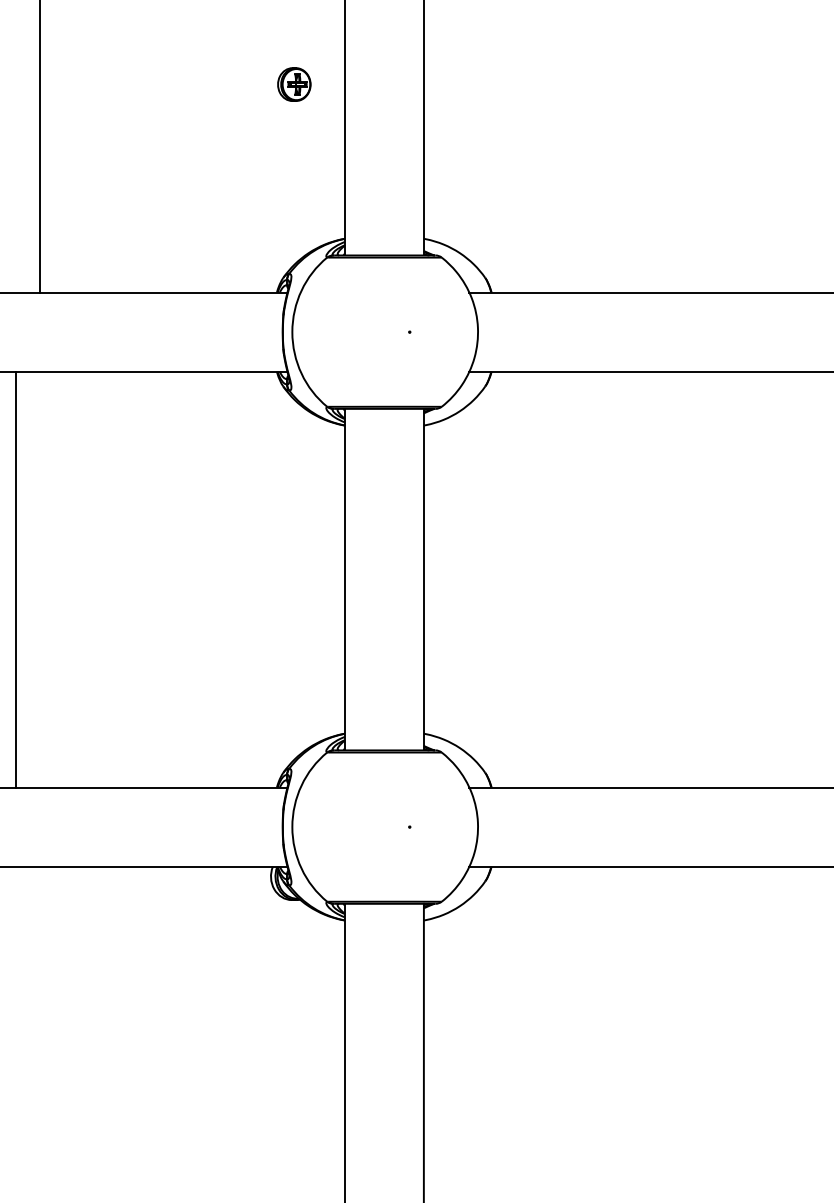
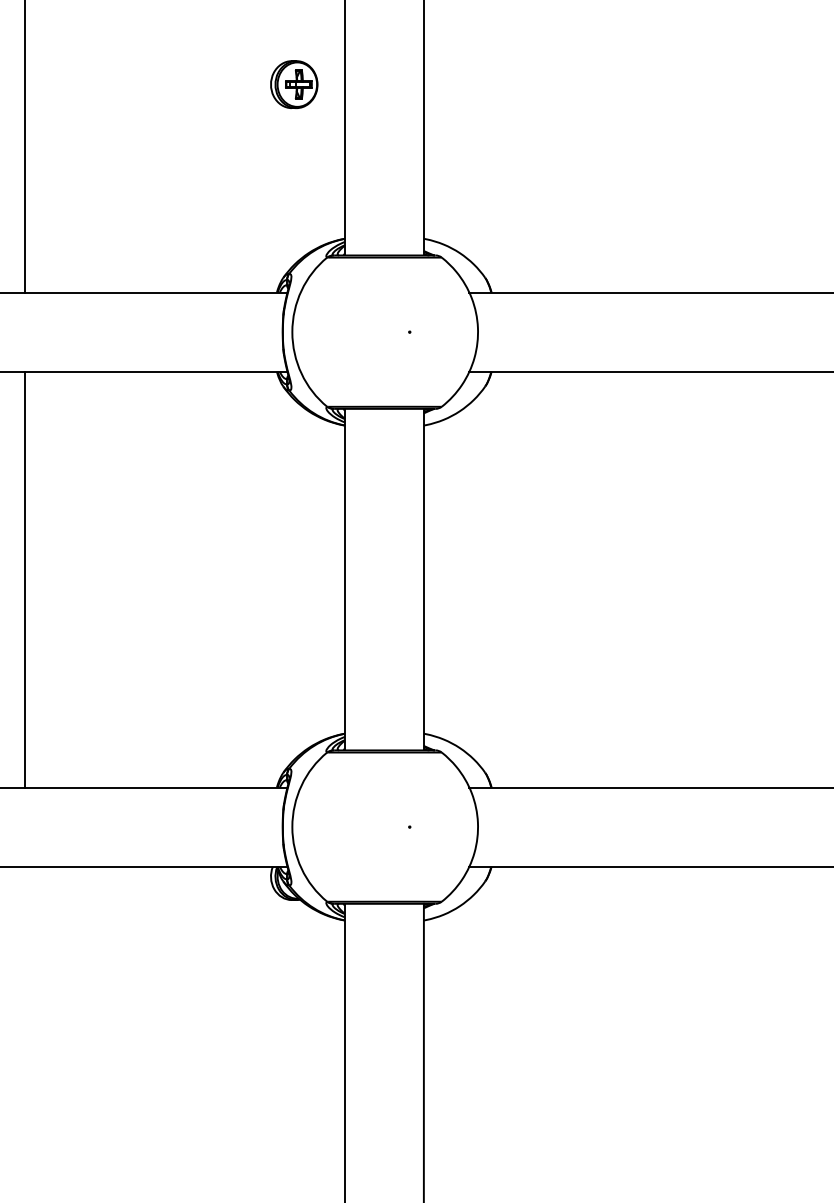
part at (294, 84) size: 35x35 px -> 49x49 px
line at (40, 147) position: (40, 147) -> (25, 147)
line at (16, 579) position: (16, 579) -> (25, 579)
